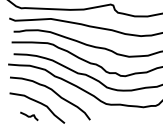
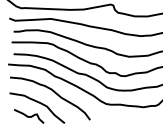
part at (29, 115) size: 19x10 px -> 31x15 px
